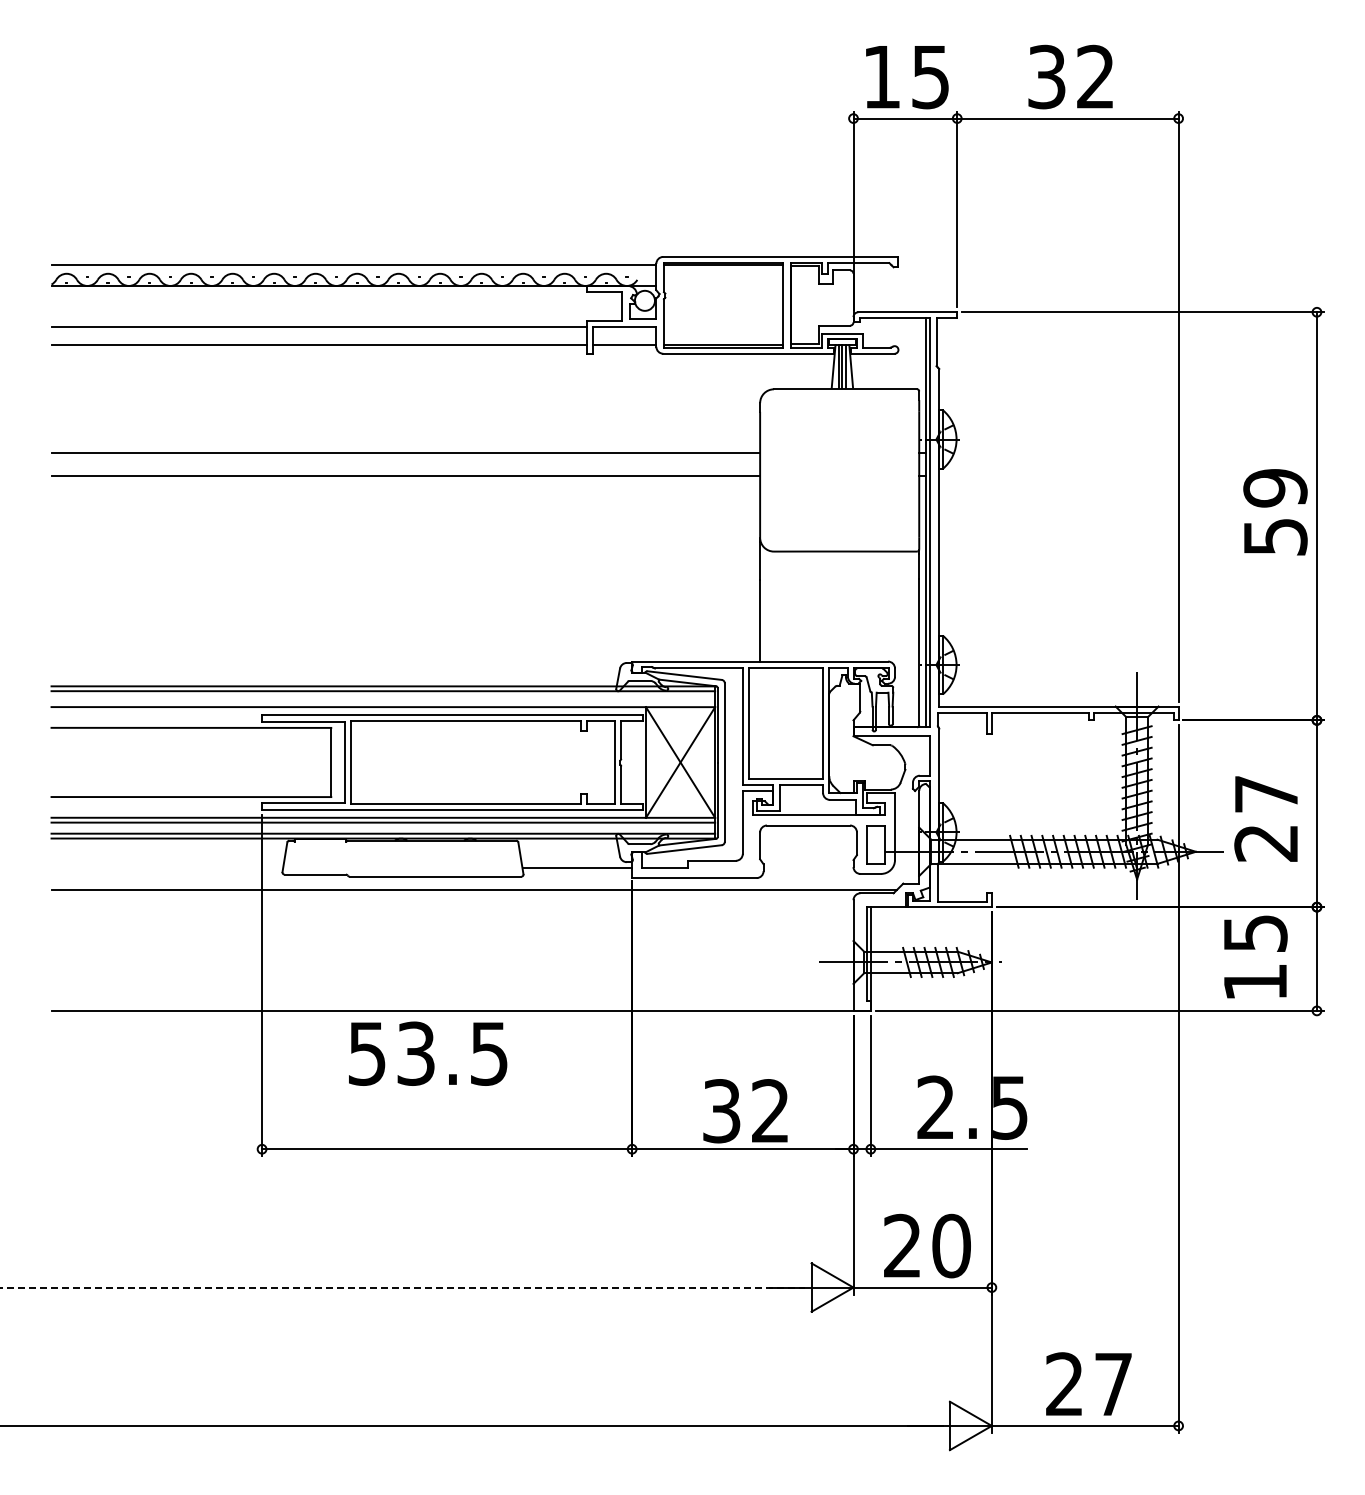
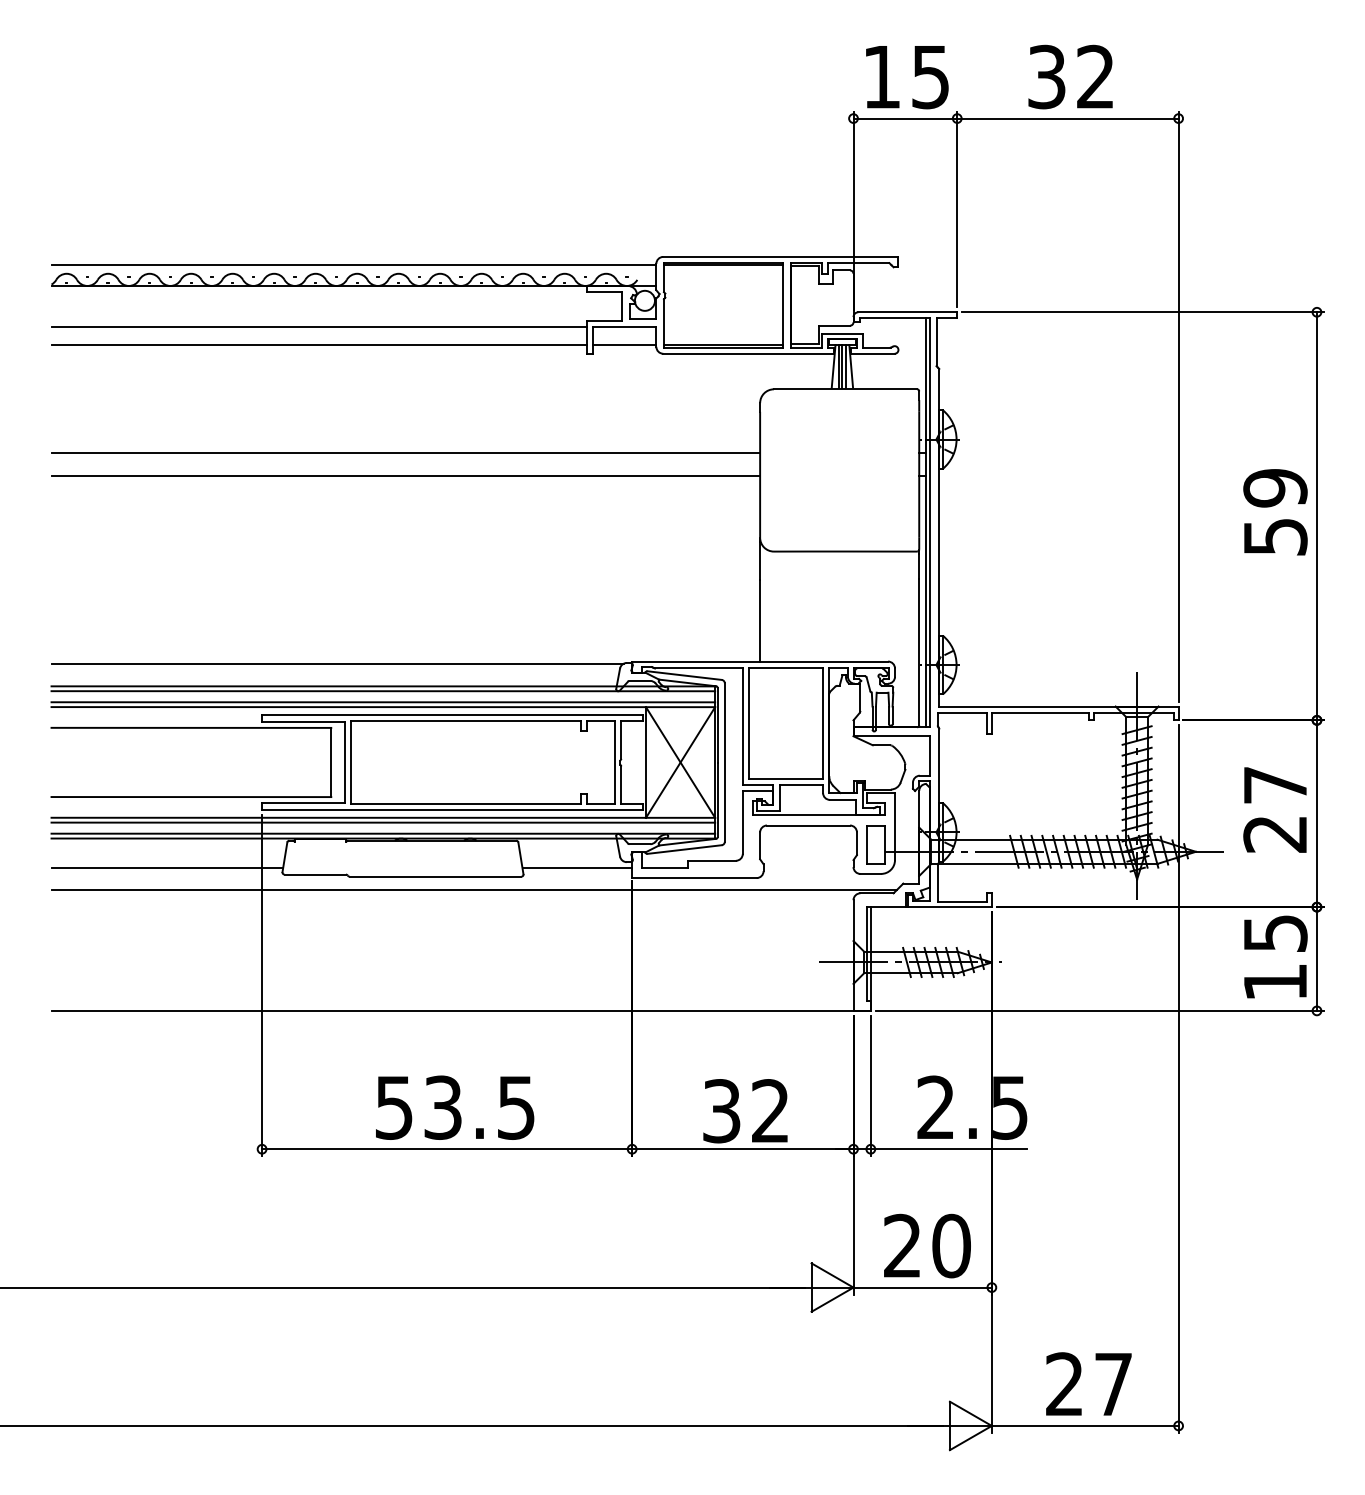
line at (337, 663): none -> present
line at (383, 702): none -> present
text at (1265, 818) position: (1265, 818) -> (1274, 809)
line at (167, 868): none -> present
text at (1255, 956) position: (1255, 956) -> (1275, 956)
text at (428, 1053) position: (428, 1053) -> (455, 1107)
line at (403, 1287): dashed -> solid
